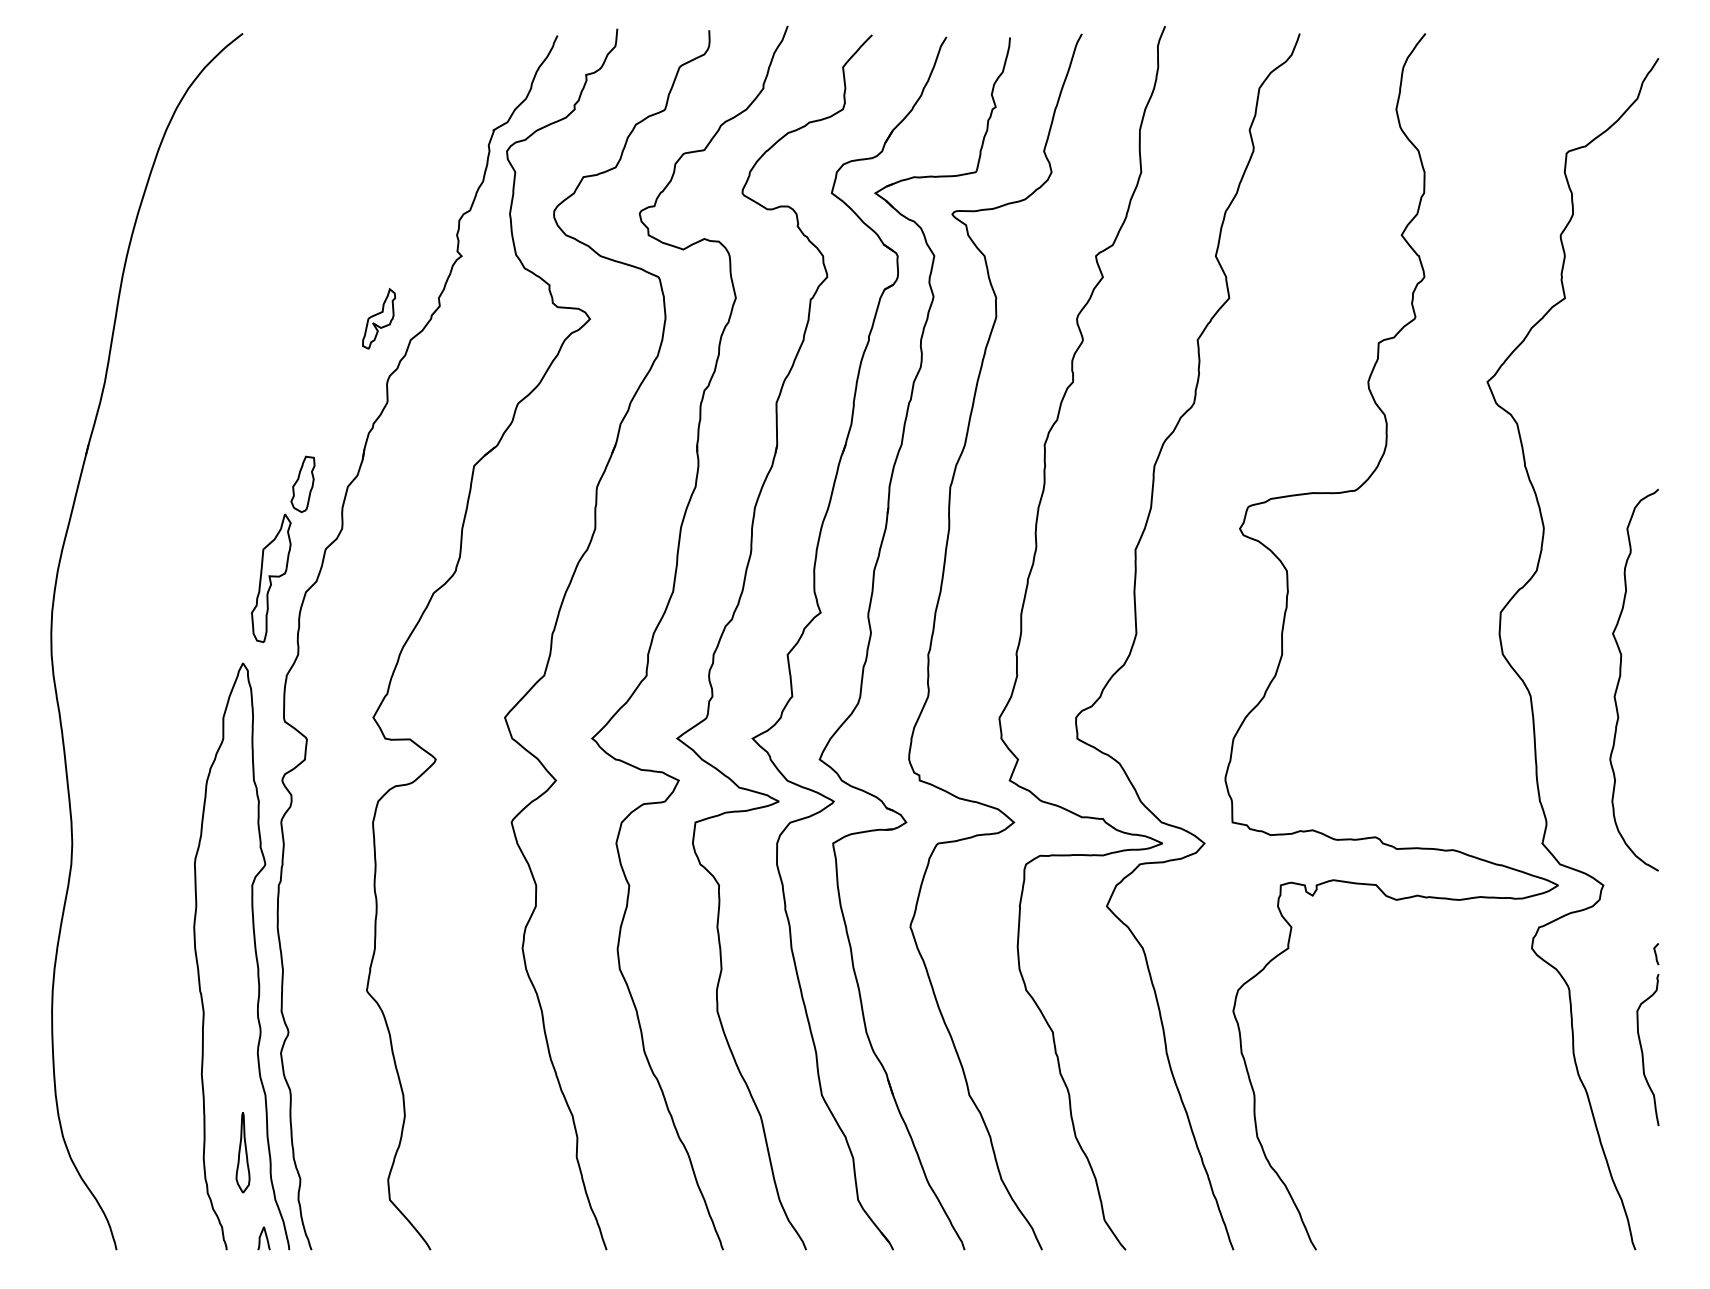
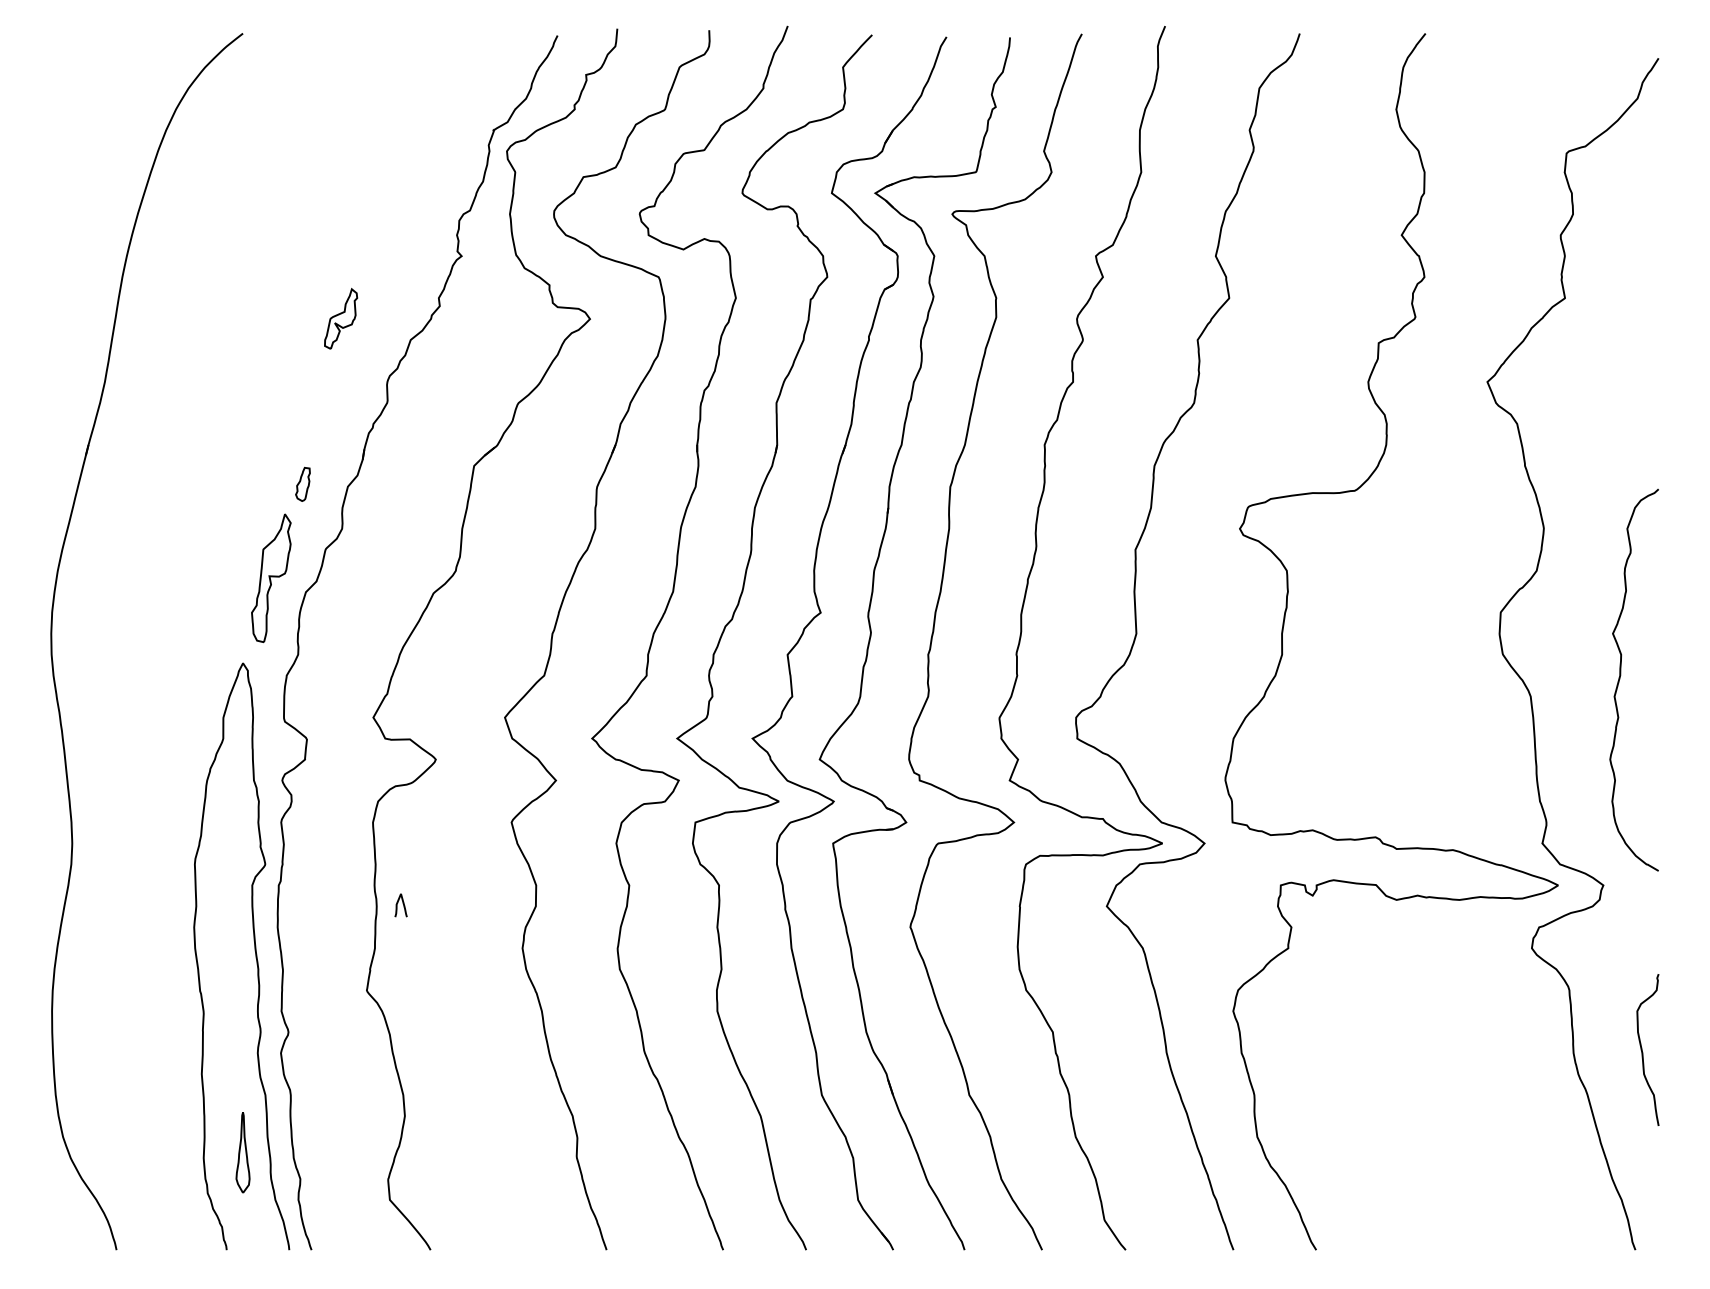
part at (379, 318) position: (379, 318) -> (341, 318)
part at (302, 484) size: 26x59 px -> 16x36 px
line at (1656, 954): present -> none
curve at (261, 1236) position: (261, 1236) -> (398, 903)
